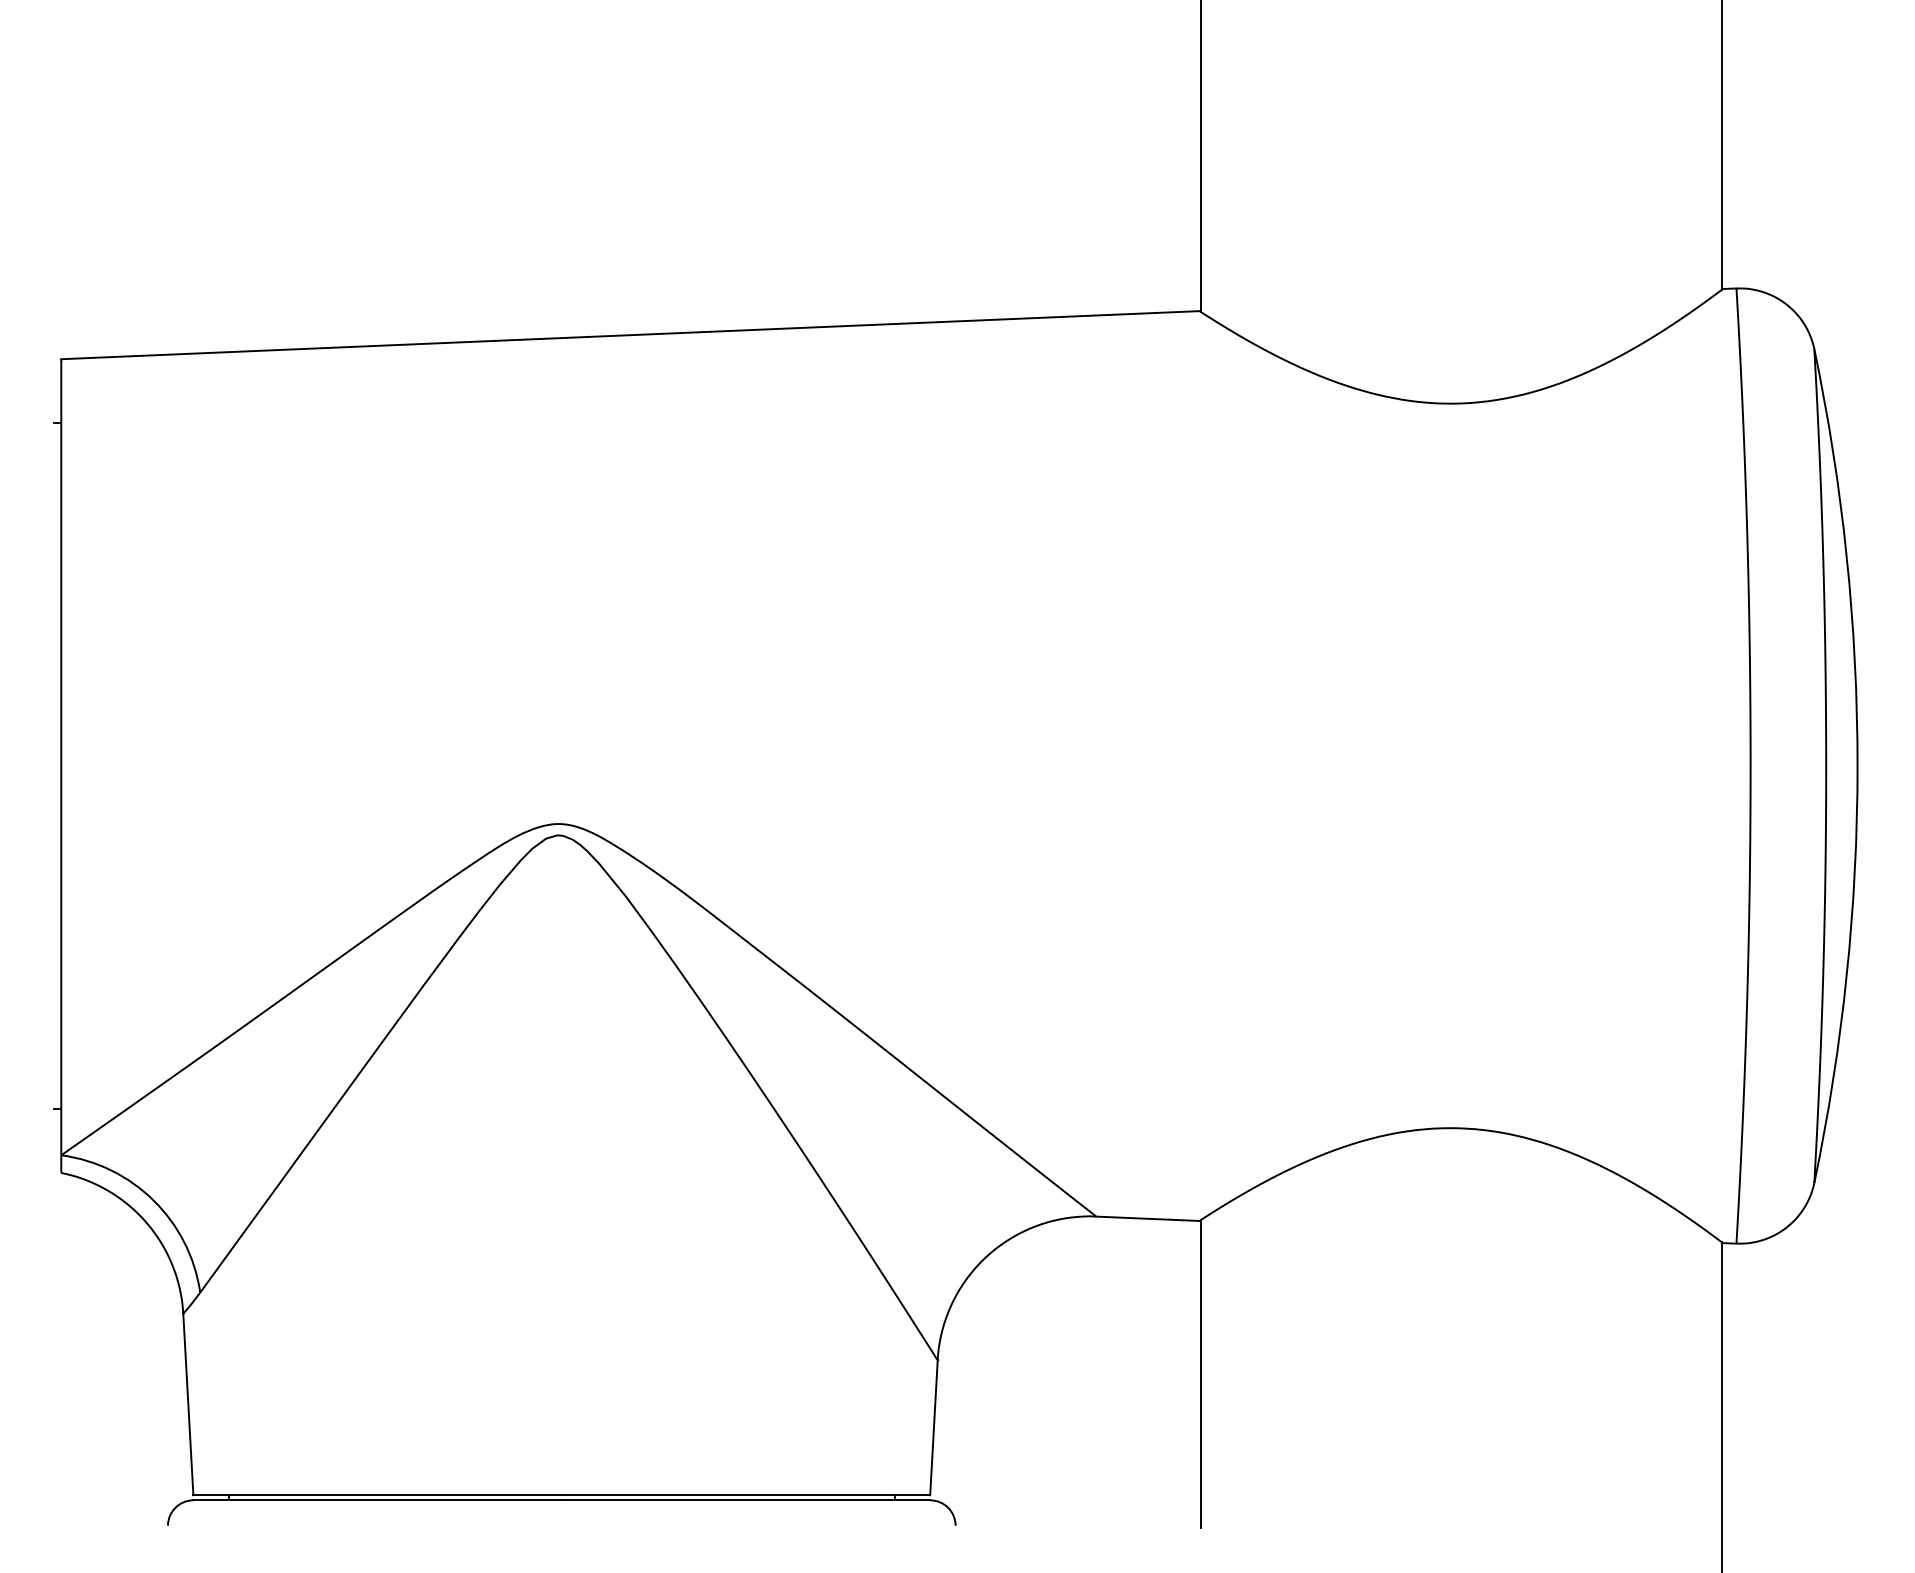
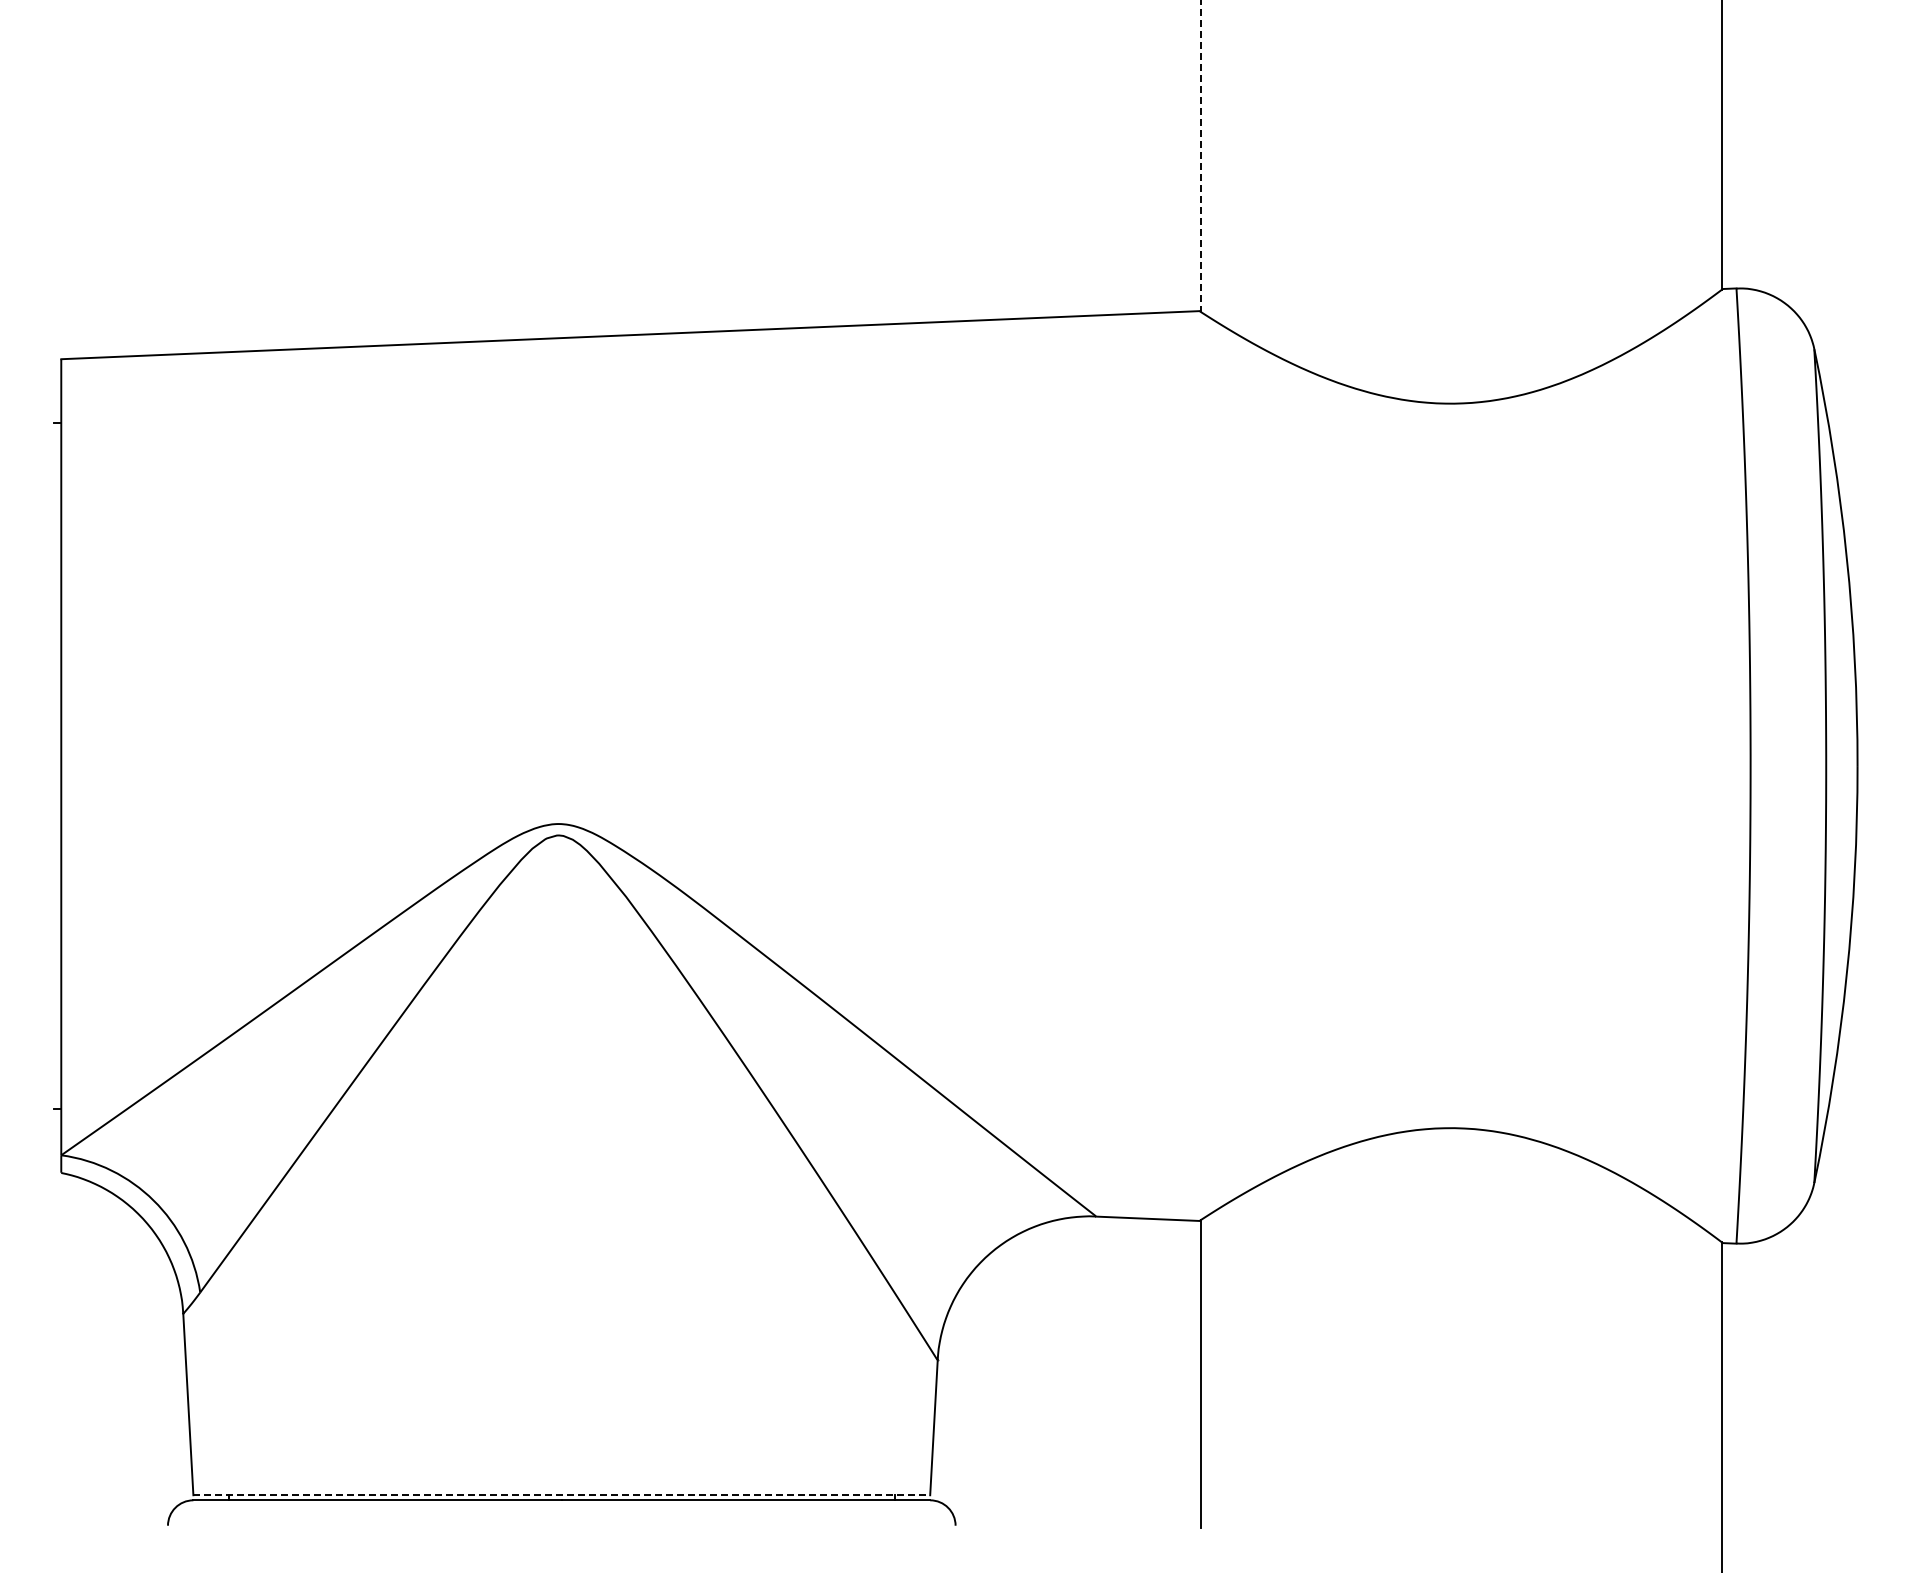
line at (1200, 155): solid -> dashed
line at (562, 1495): solid -> dashed
